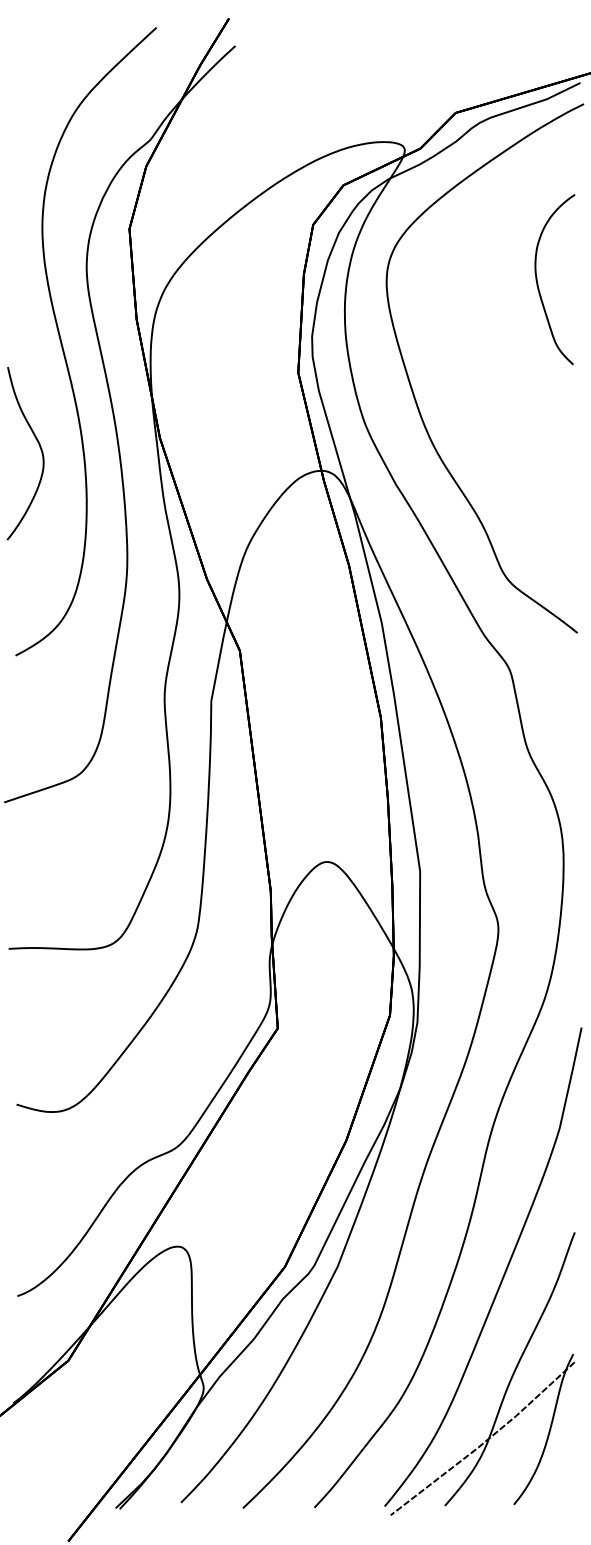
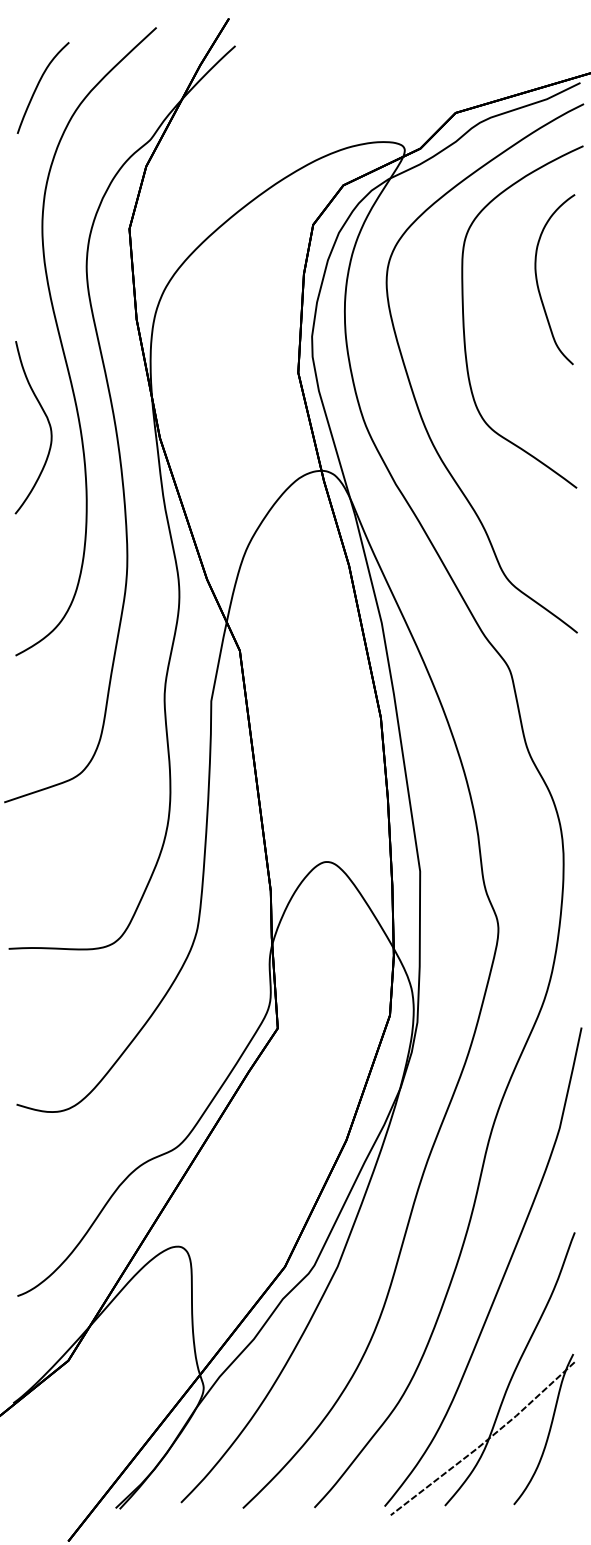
curve at (38, 86): none -> present
curve at (464, 316): none -> present
curve at (39, 447) position: (39, 447) -> (47, 421)
